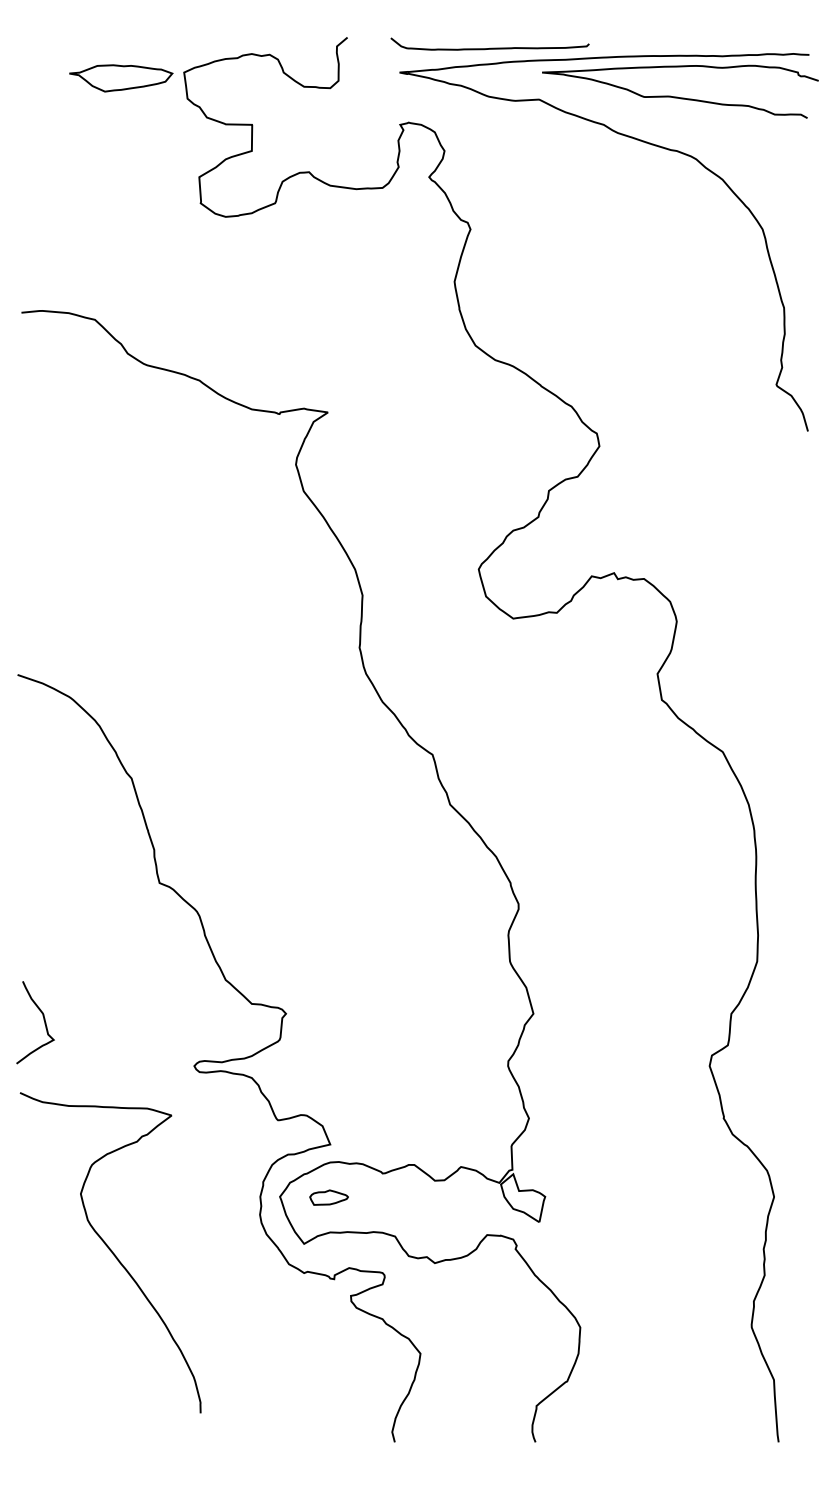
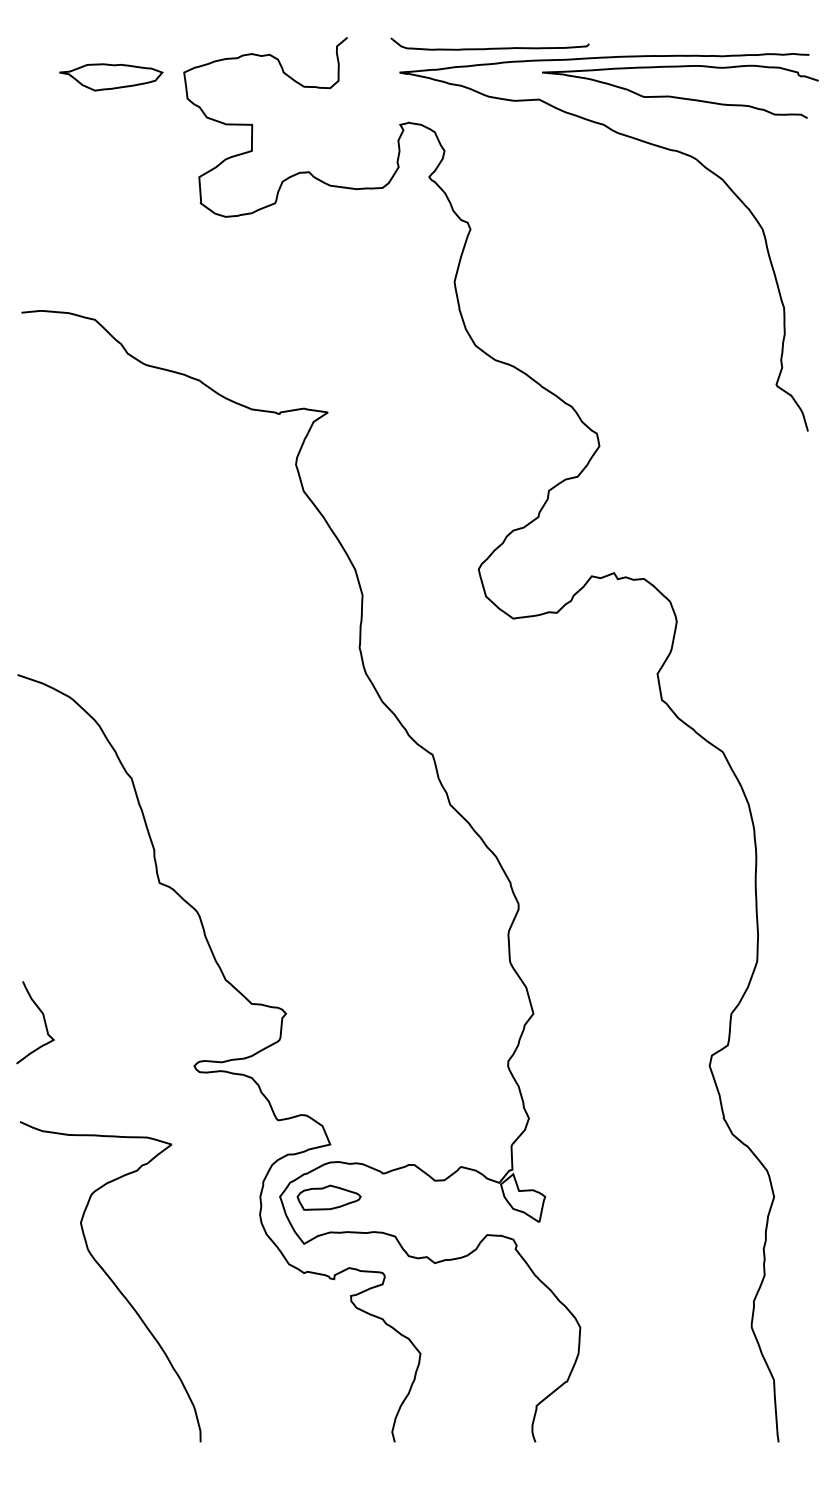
part at (121, 78) position: (121, 78) -> (111, 77)
part at (328, 1197) size: 40x17 px -> 66x27 px
curve at (110, 1251) position: (110, 1251) -> (110, 1280)
